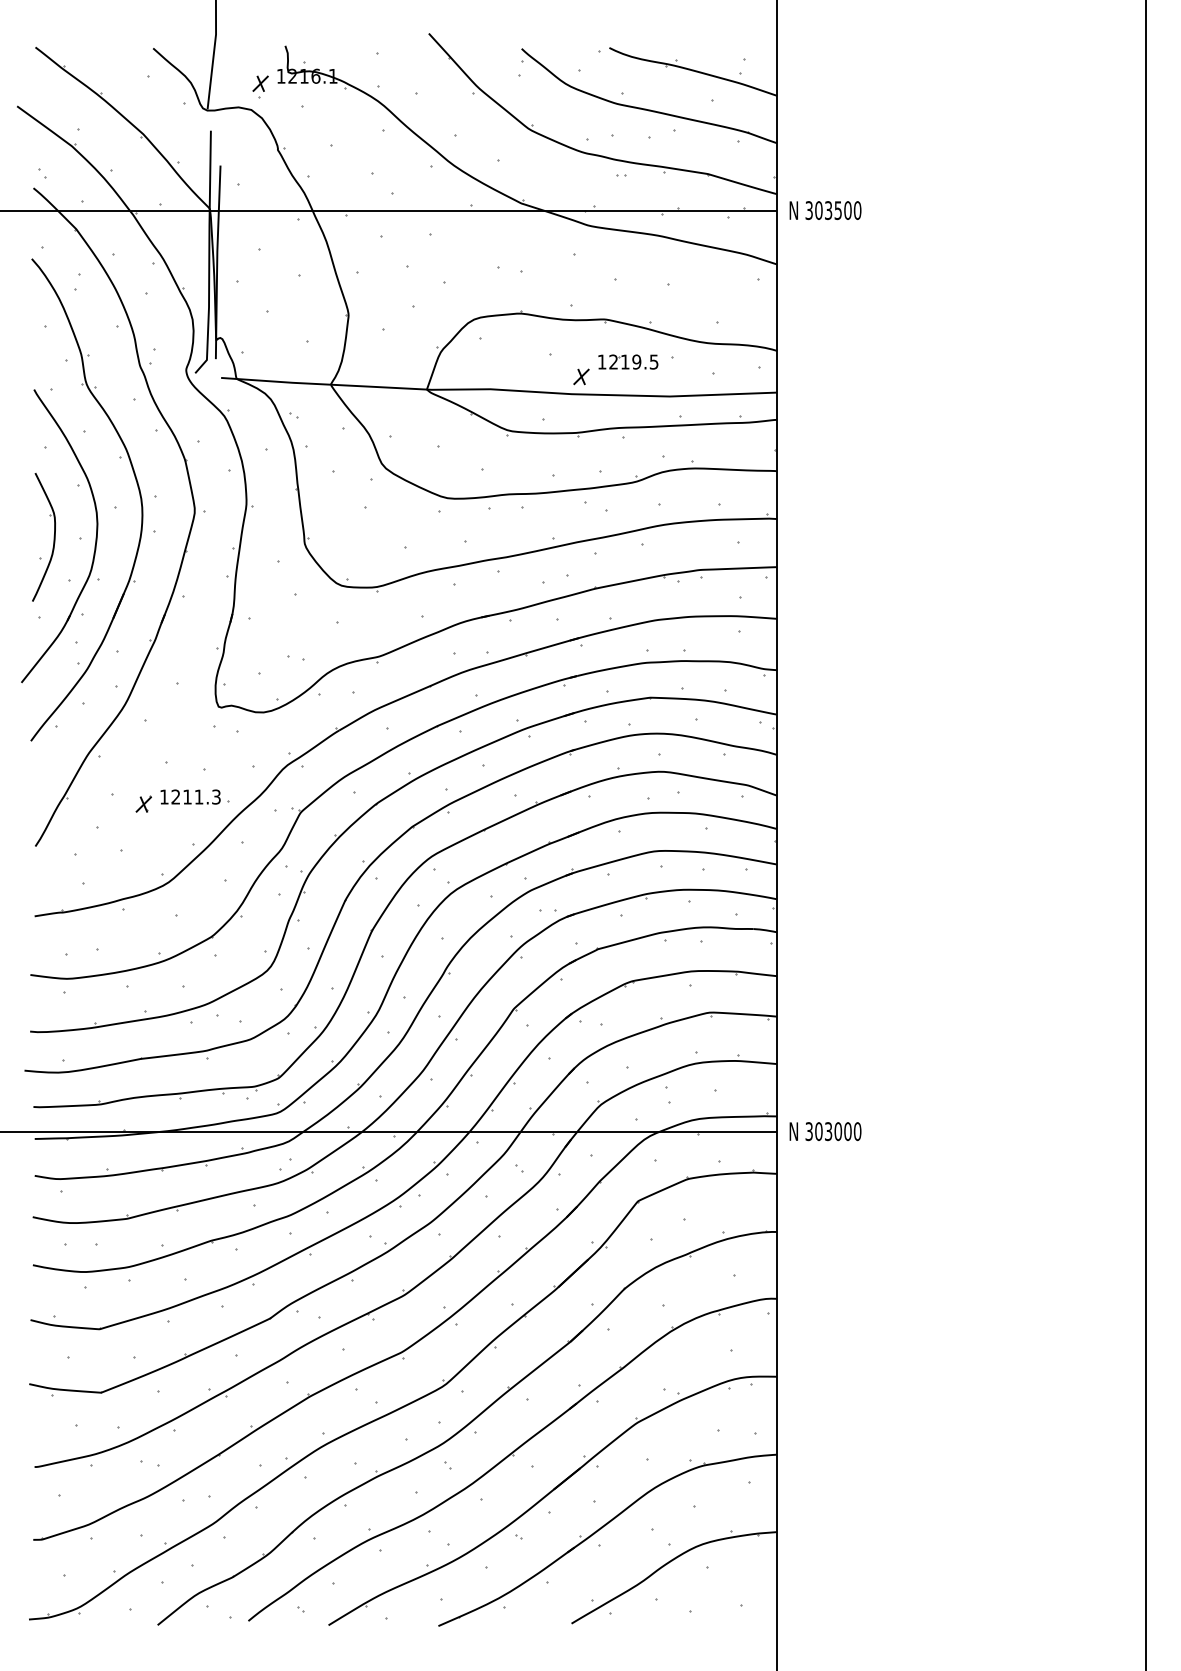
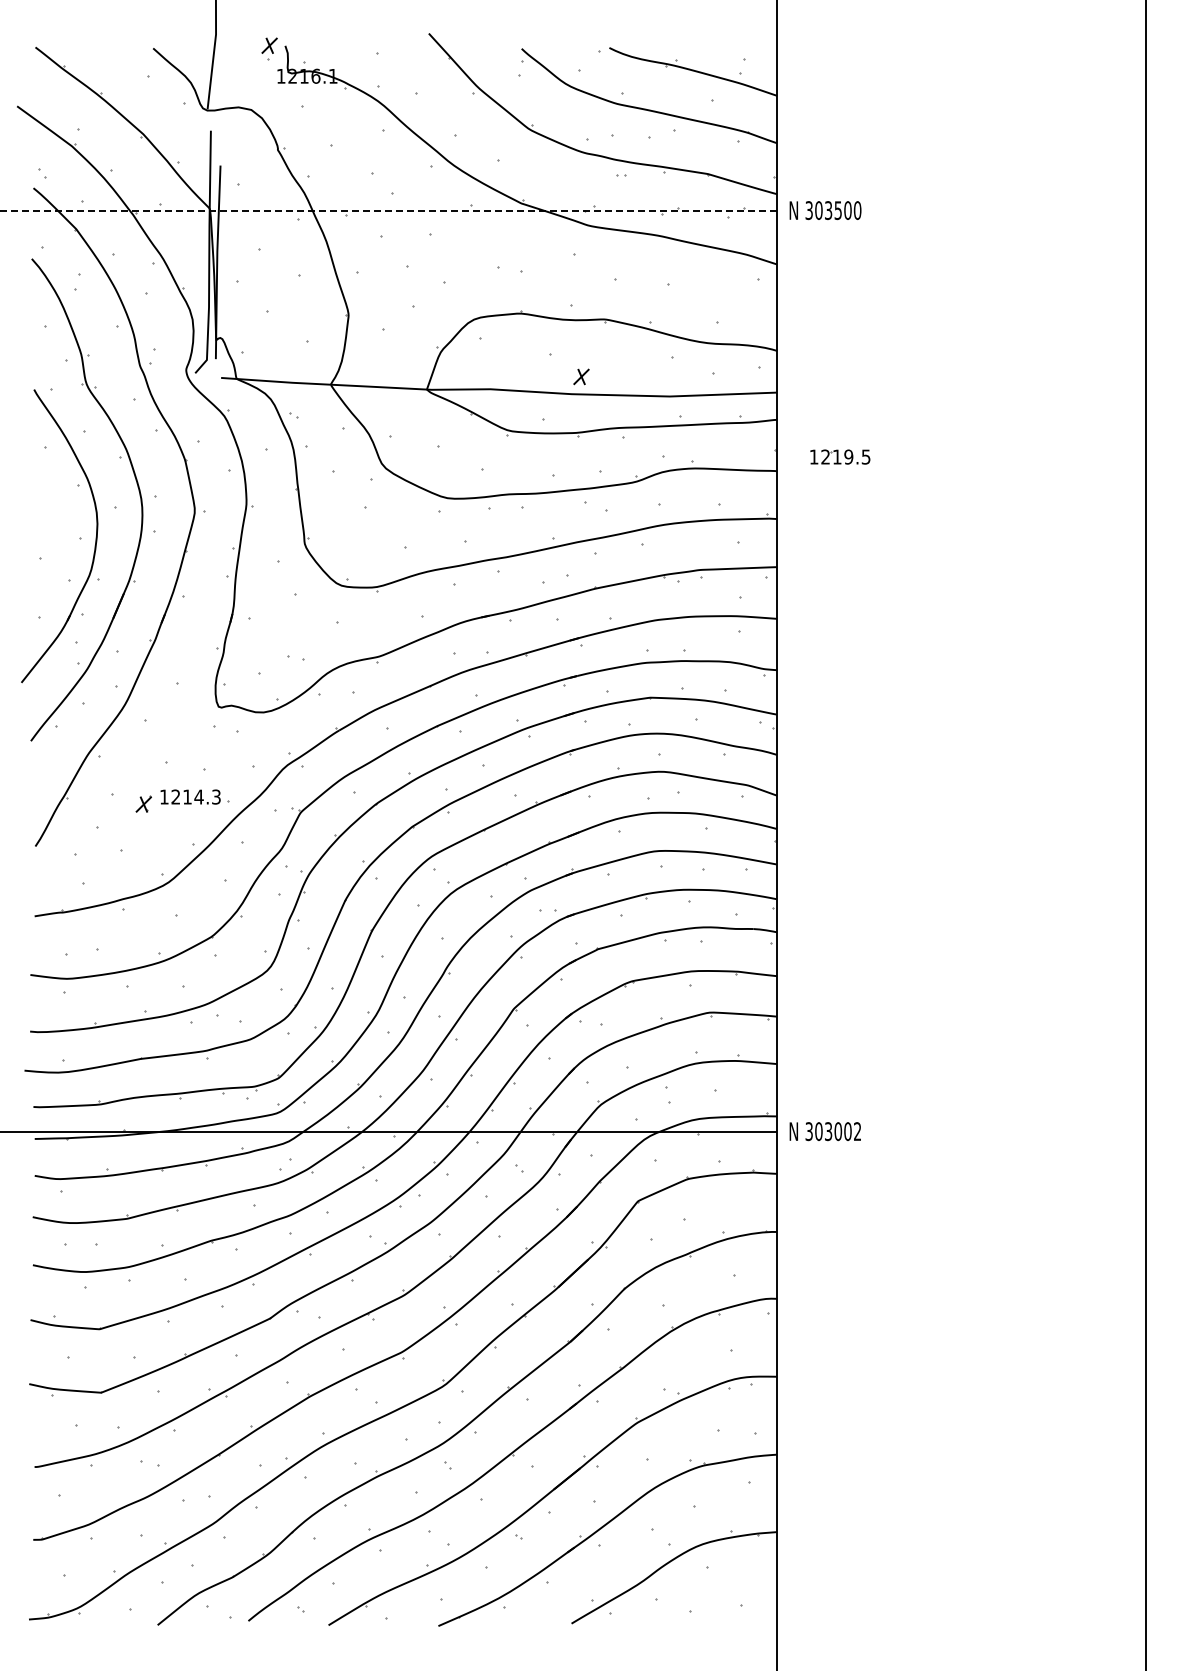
part at (260, 86) position: (260, 86) -> (269, 48)
line at (388, 210): solid -> dashed
part at (628, 361) position: (628, 361) -> (840, 456)
part at (53, 537): present -> none
text at (198, 796): 1211.3 -> 1214.3
text at (857, 1131): 303000 -> 303002
